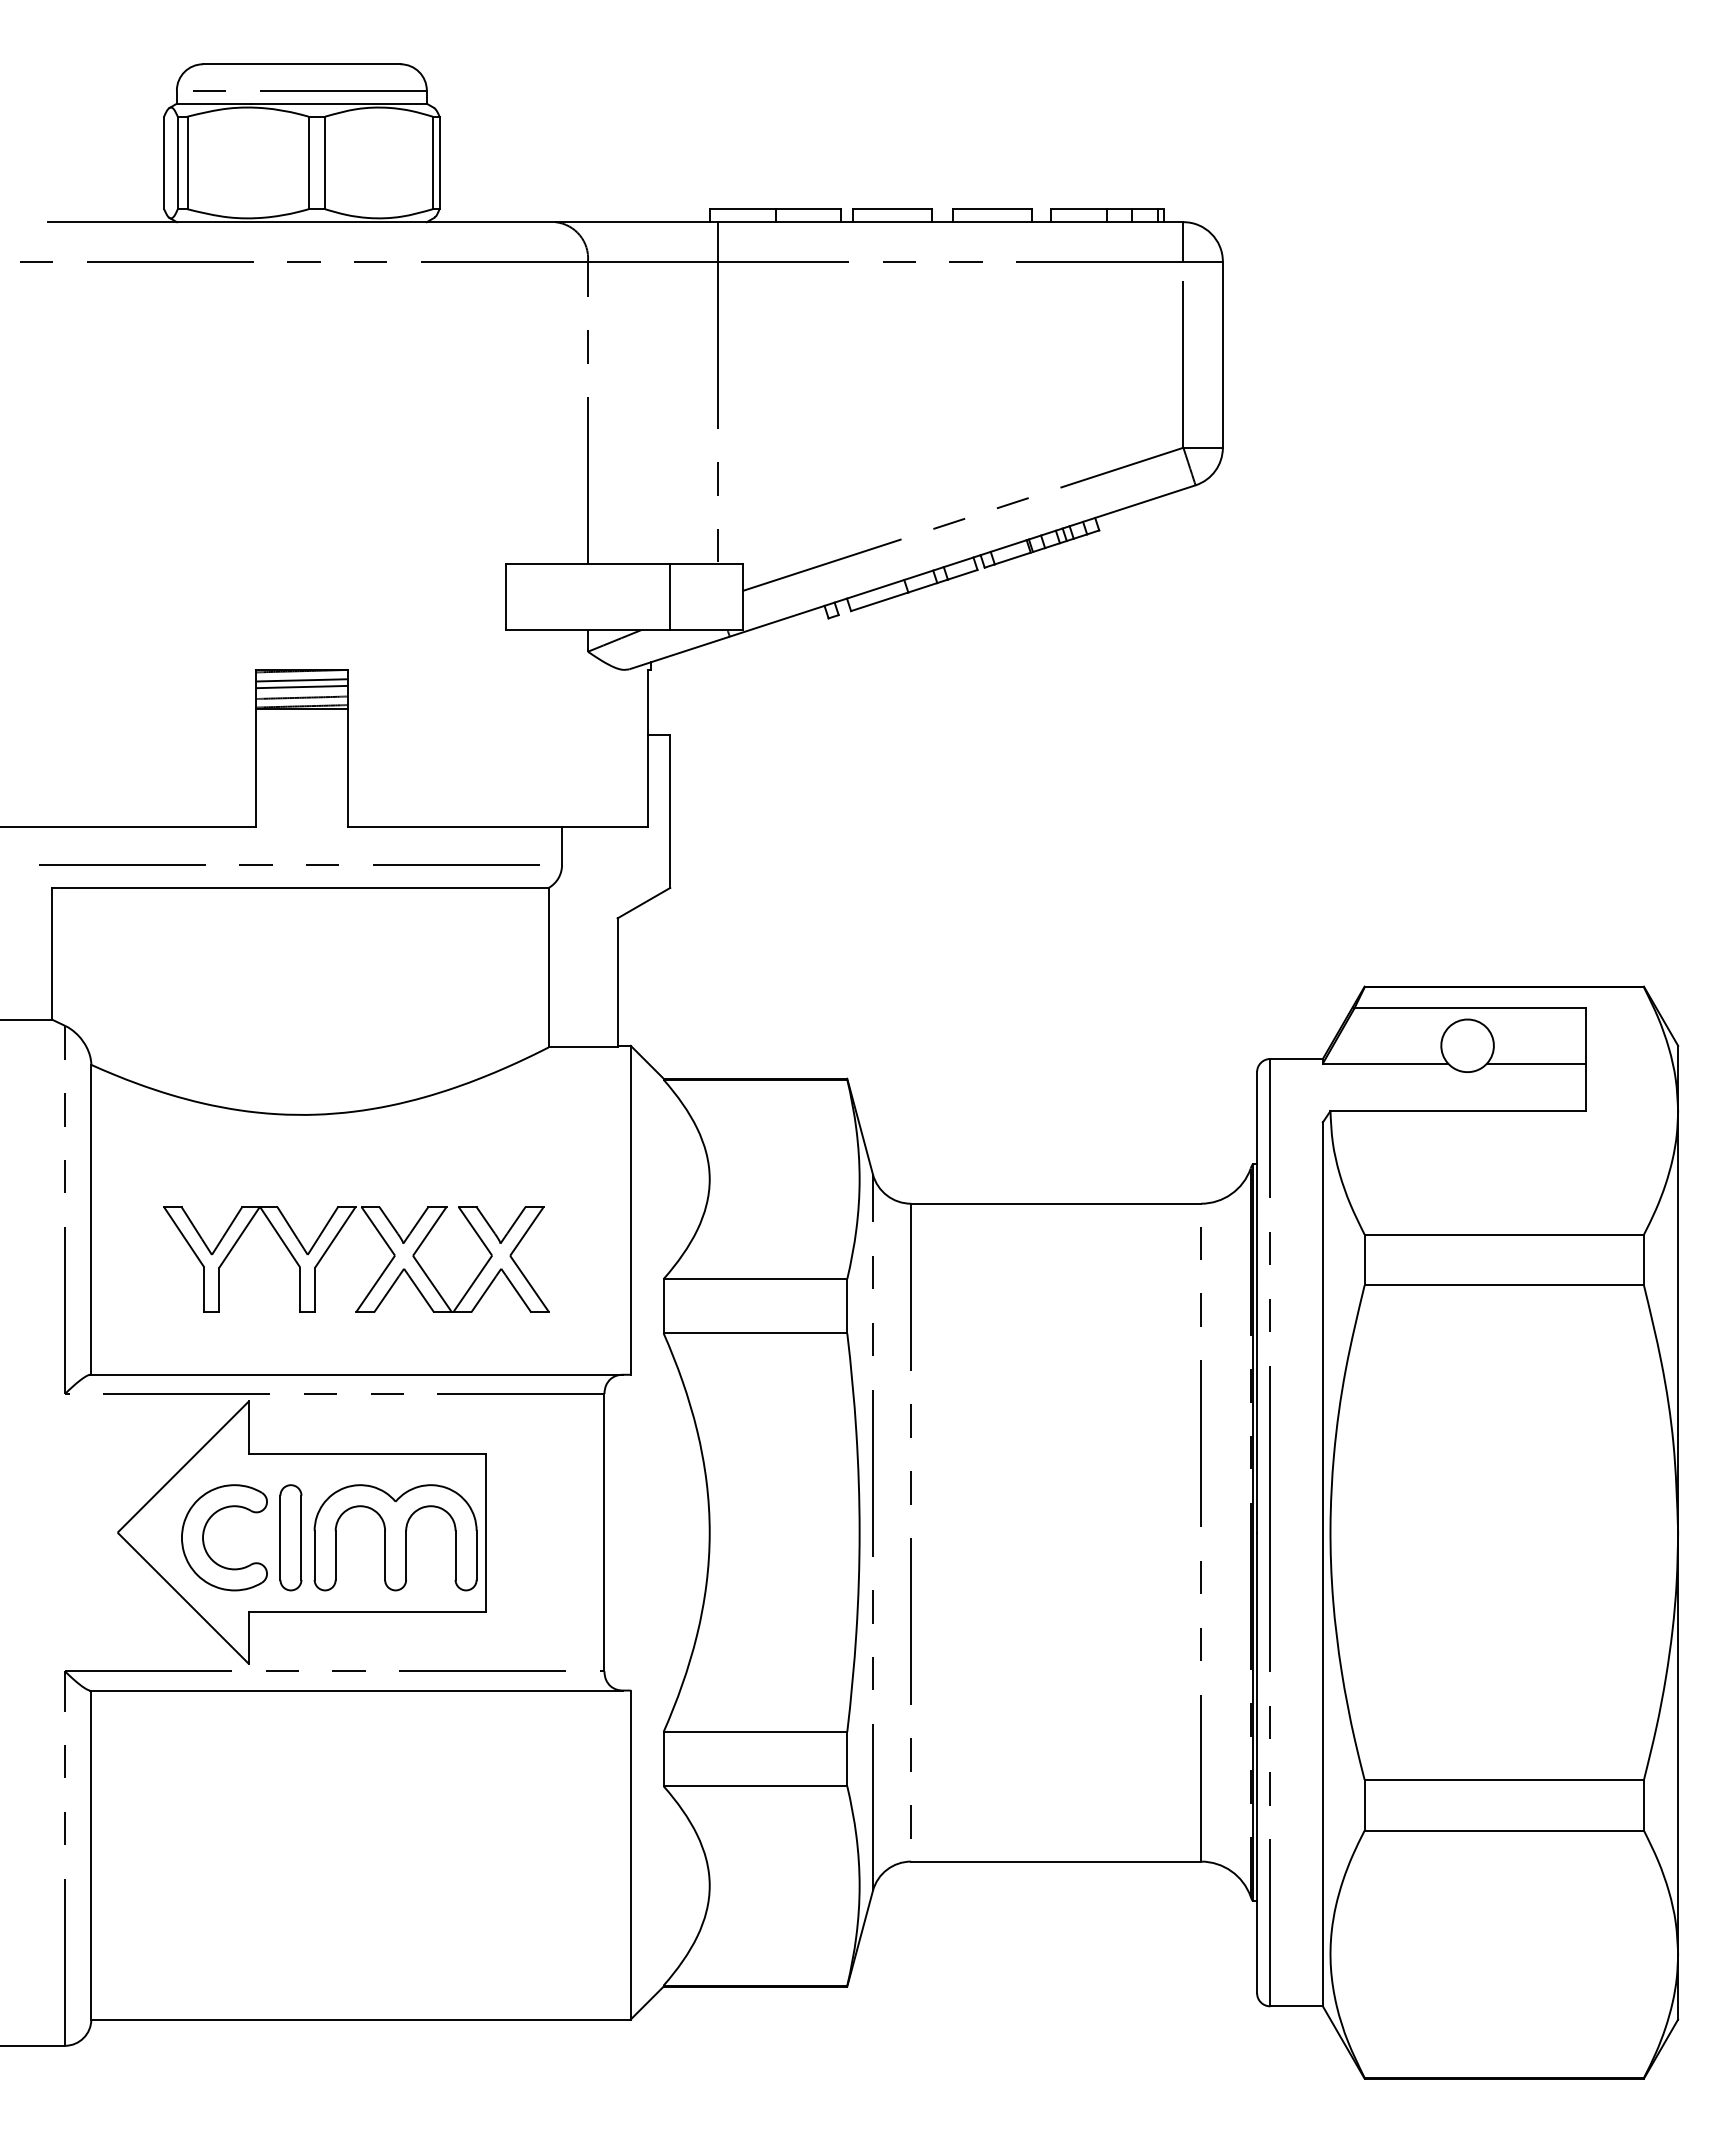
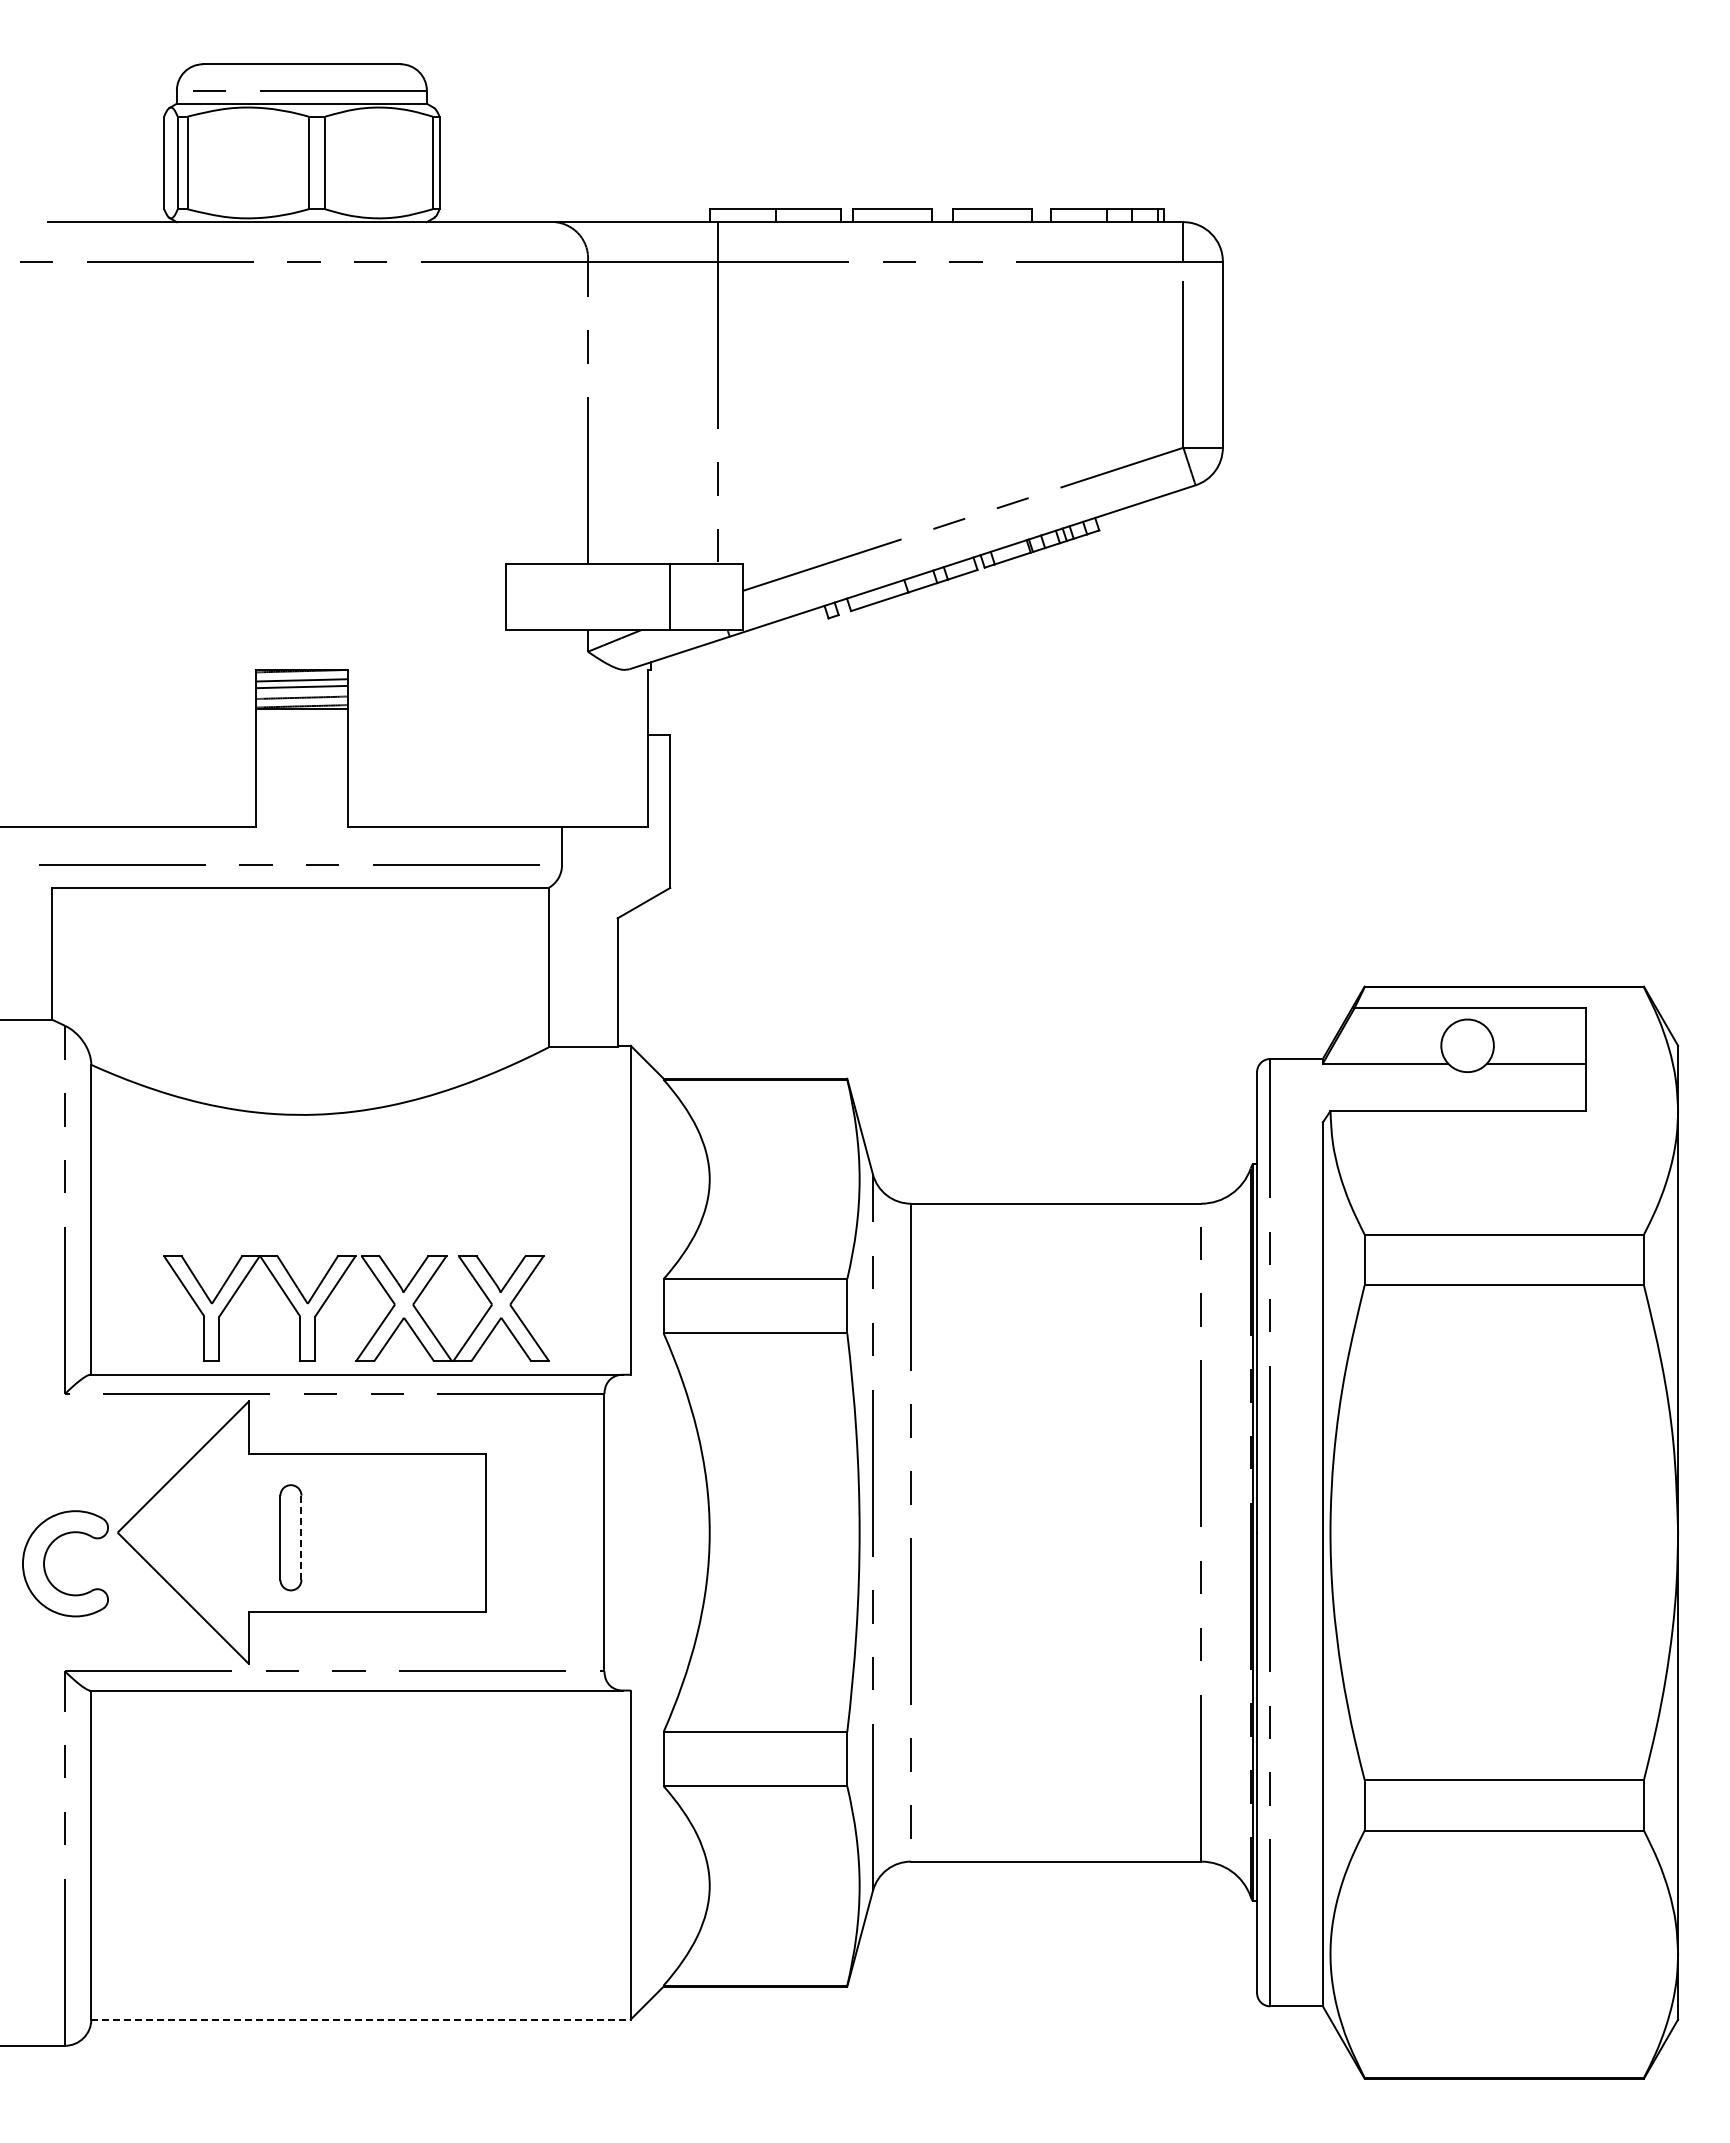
part at (380, 1274) position: (380, 1274) -> (380, 1323)
part at (204, 1534) position: (204, 1534) -> (45, 1560)
part at (395, 1537): present -> none
line at (301, 1538): solid -> dashed
line at (361, 2019): solid -> dashed
